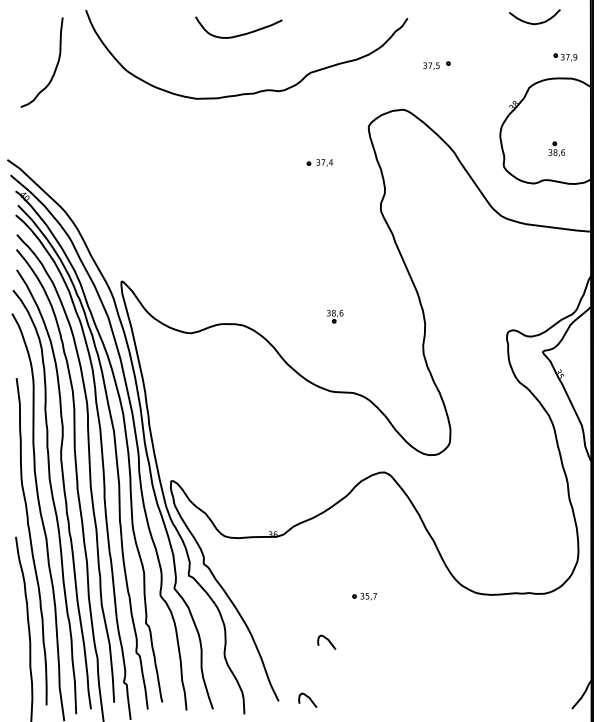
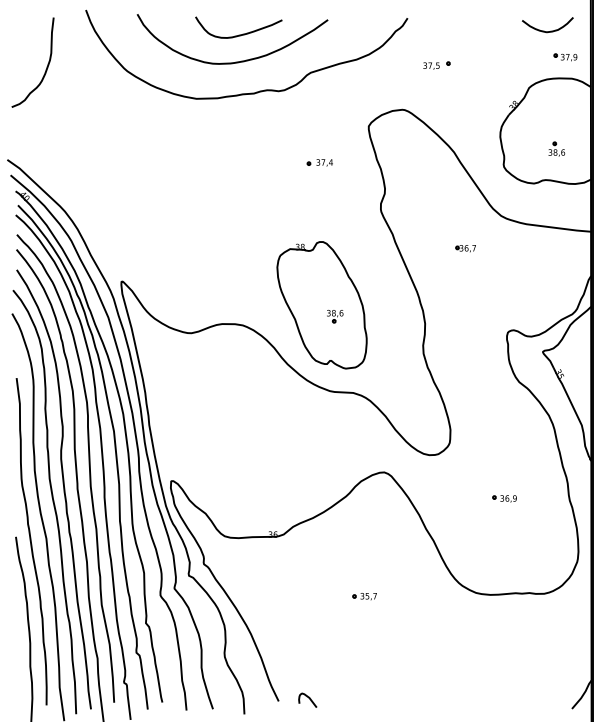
curve at (531, 22) position: (531, 22) -> (544, 30)
curve at (235, 61): none -> present
curve at (55, 66) position: (55, 66) -> (46, 66)
part at (465, 248): none -> present
part at (321, 305): none -> present
part at (504, 498): none -> present
curve at (327, 640): present -> none
